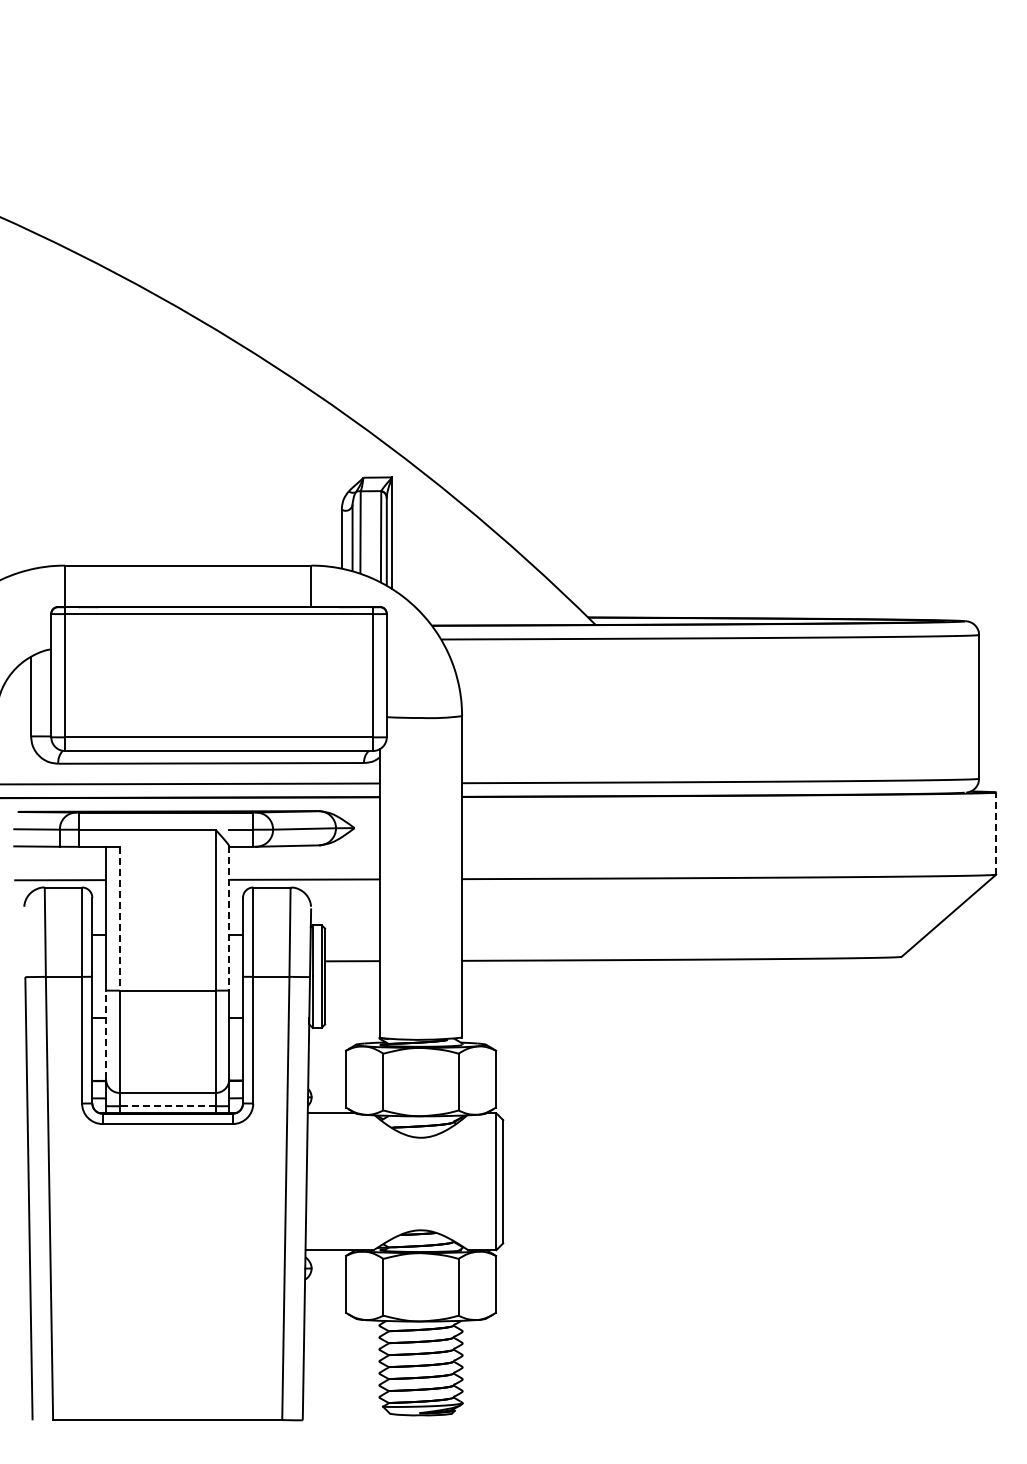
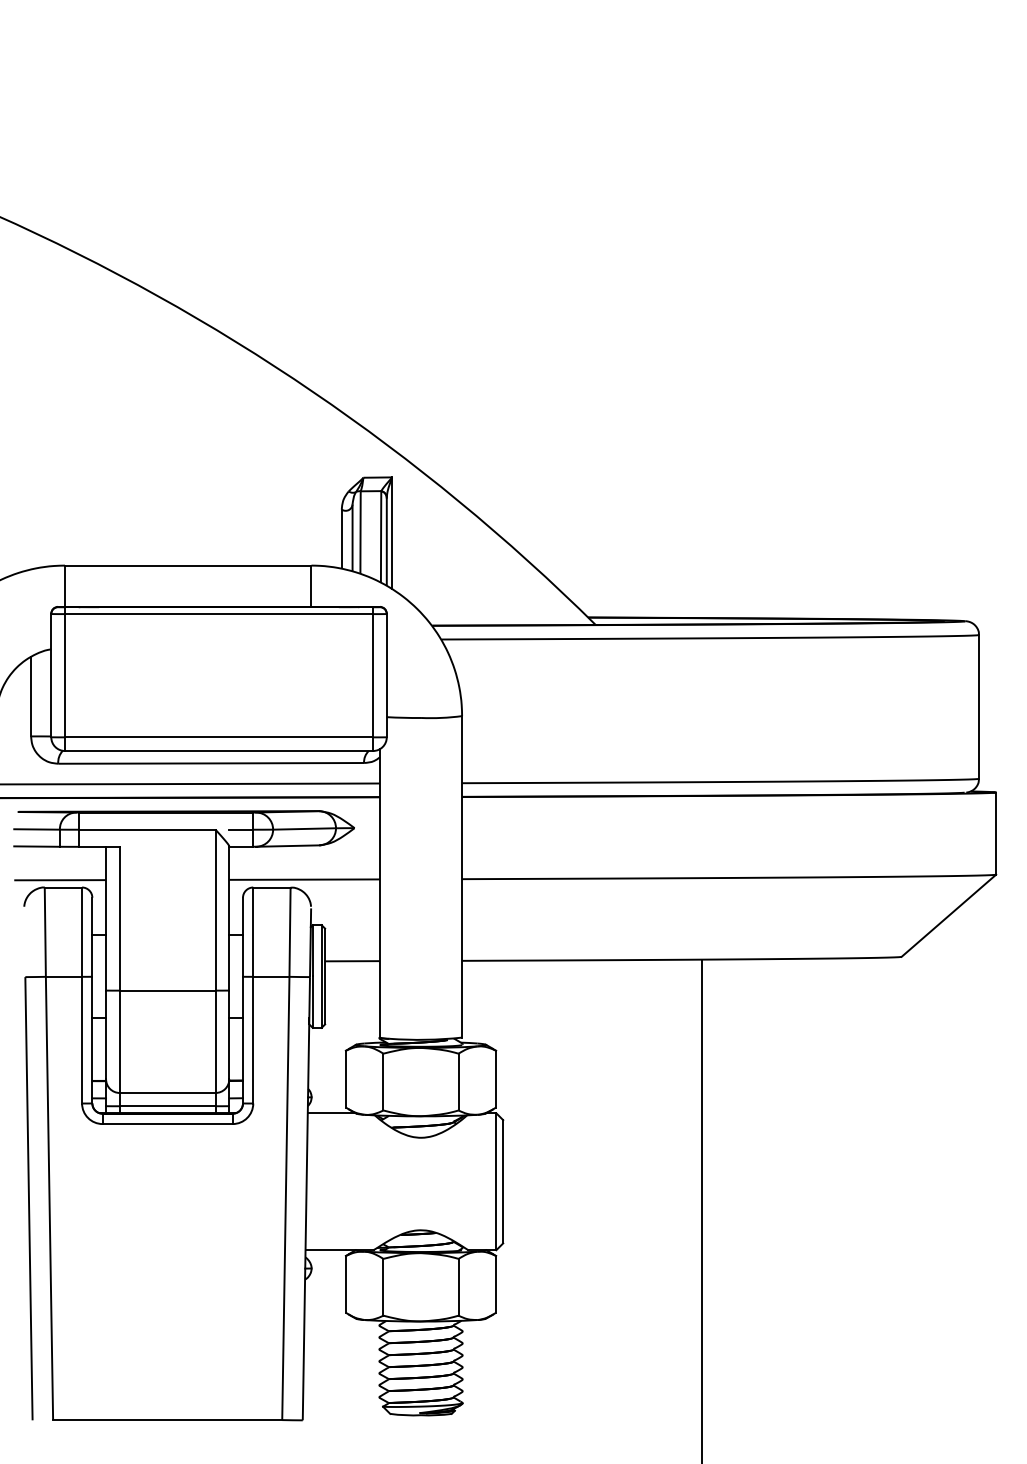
line at (996, 833): dashed -> solid
line at (119, 918): dashed -> solid
line at (229, 919): dashed -> solid
line at (106, 1034): dashed -> solid
line at (167, 1106): dashed -> solid
line at (701, 1209): none -> present
